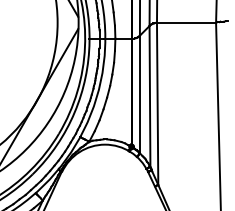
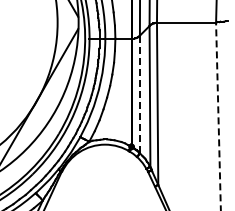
line at (139, 94): solid -> dashed
line at (218, 116): solid -> dashed
